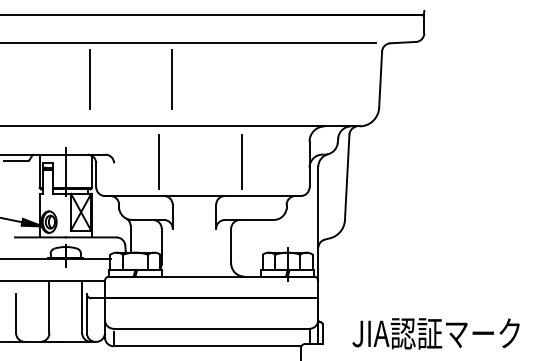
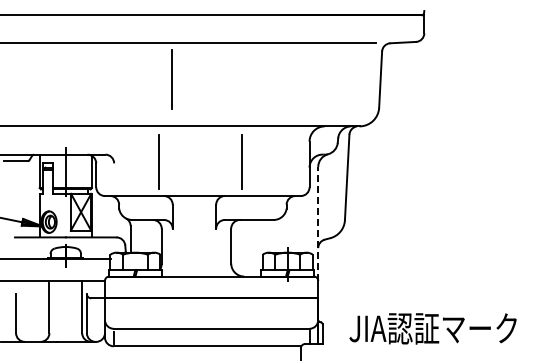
line at (89, 79): present -> none
line at (318, 223): solid -> dashed
text at (435, 333) position: (435, 333) -> (432, 328)
